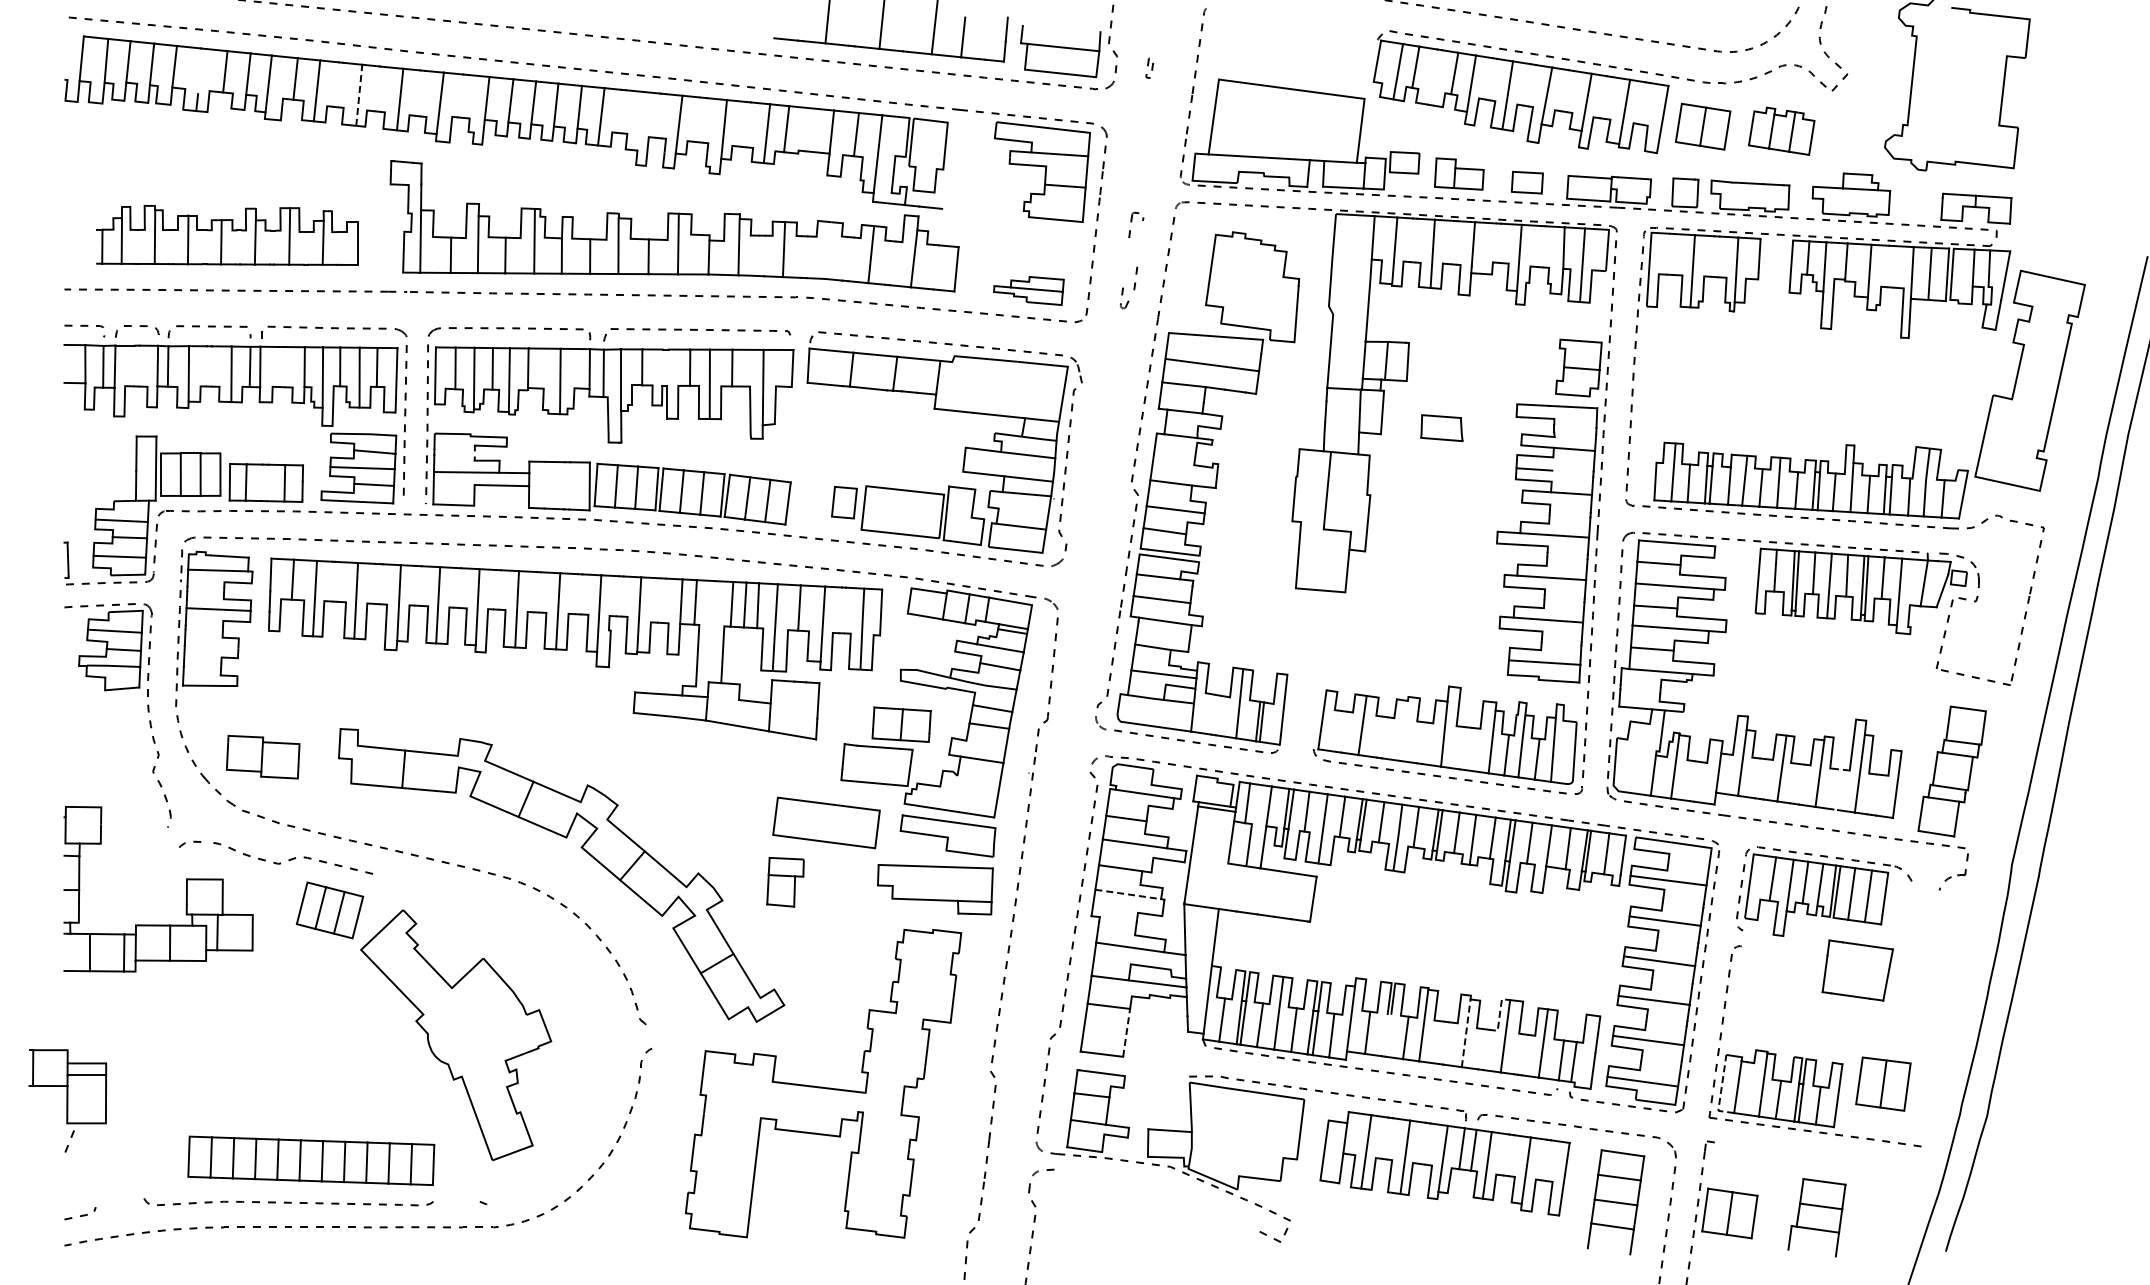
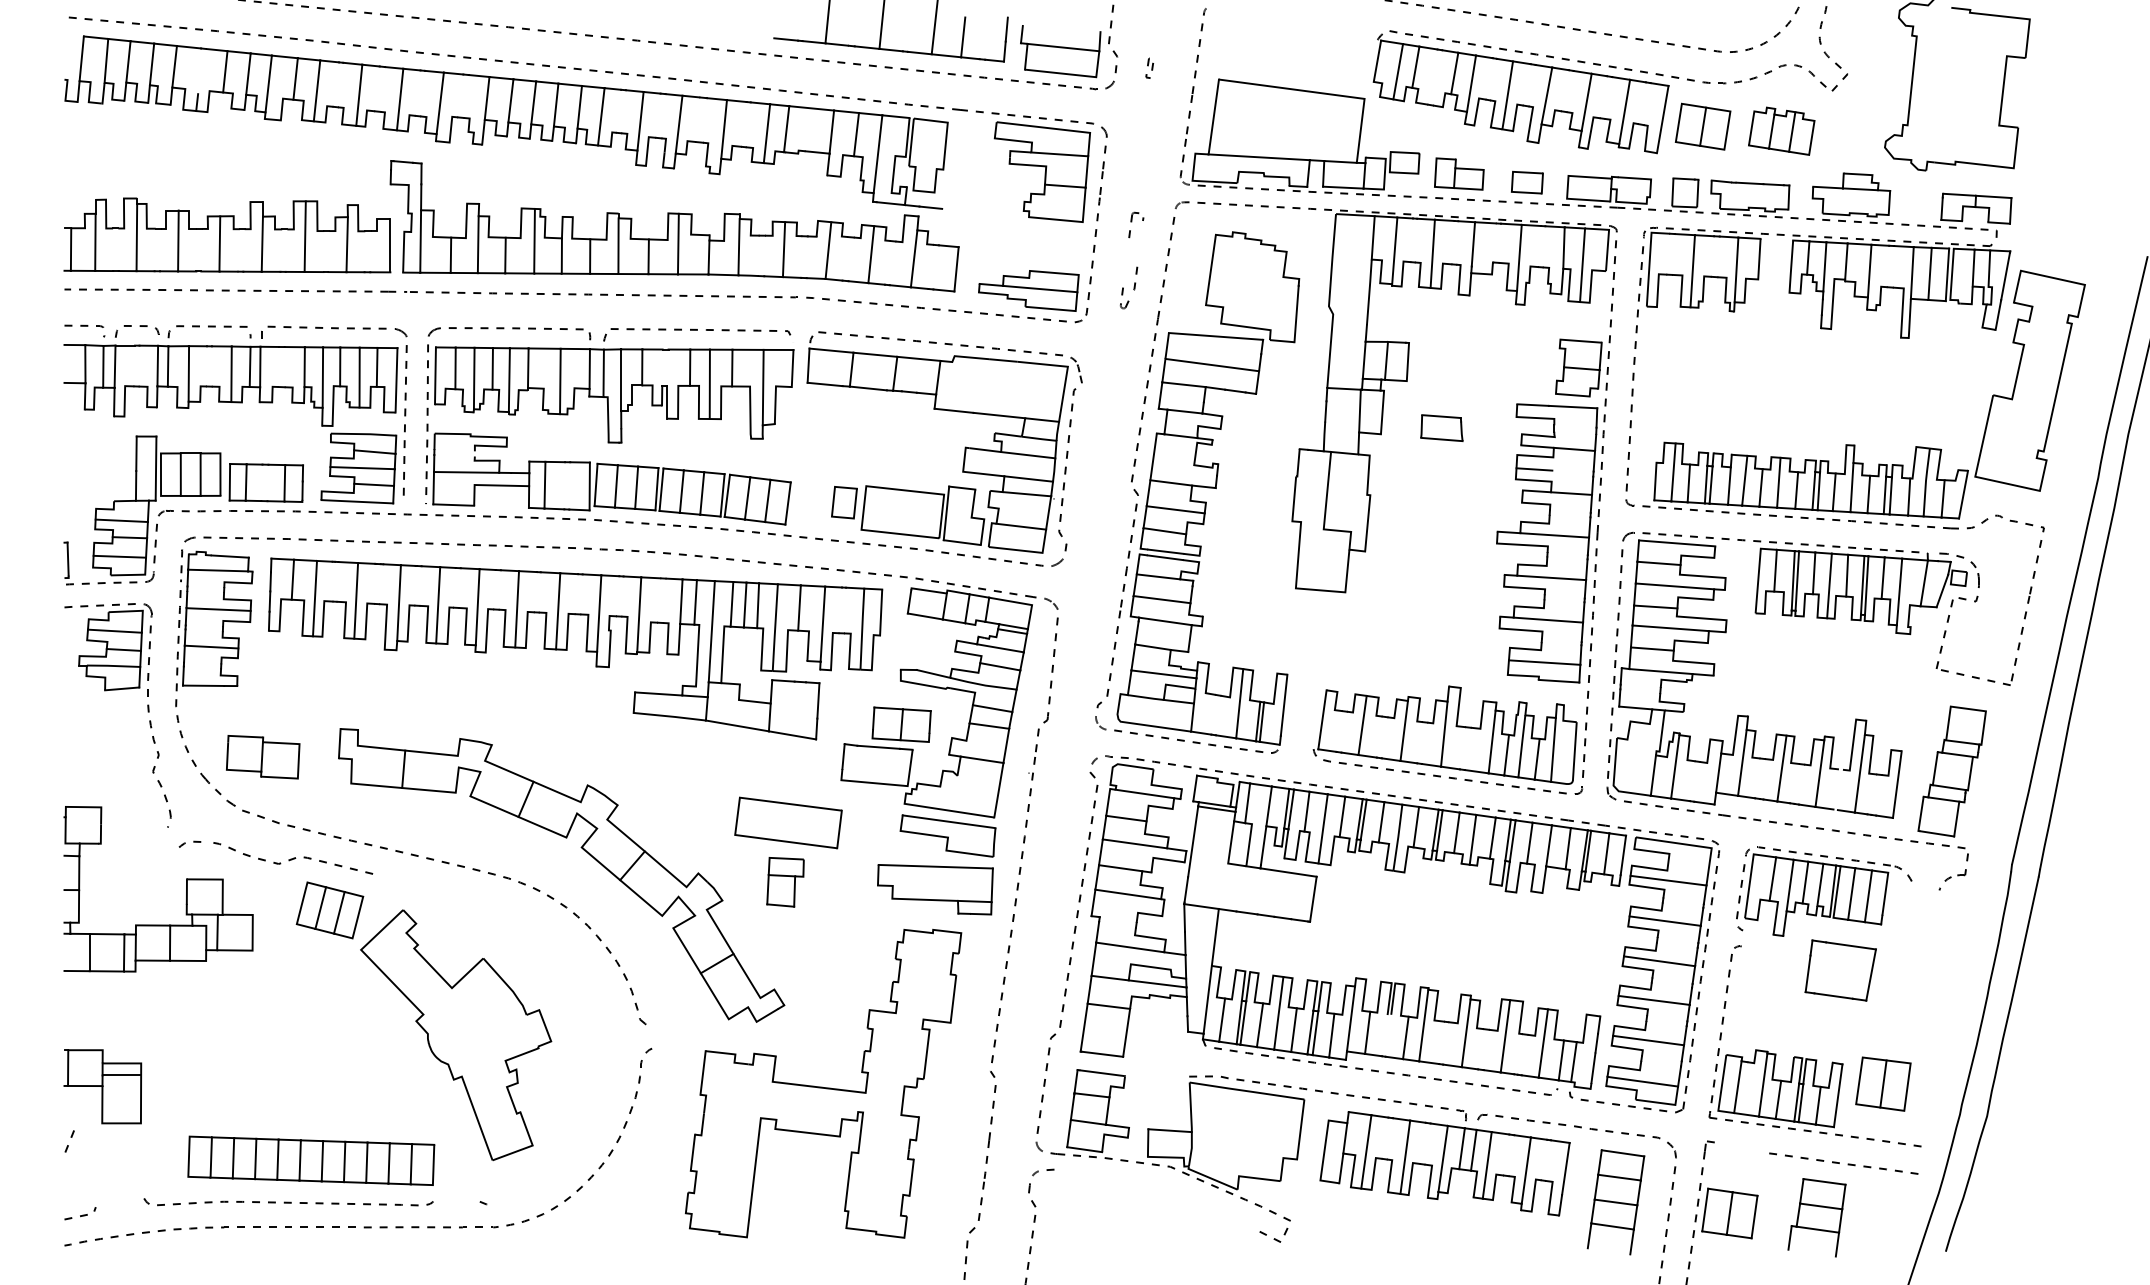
line at (359, 95): dashed -> solid
line at (640, 120): none -> present
part at (227, 235) size: 263x61 px -> 329x77 px
line at (828, 250): none -> present
part at (1028, 290) size: 72x30 px -> 102x42 px
line at (544, 484): none -> present
line at (711, 631): none -> present
line at (211, 646): none -> present
line at (1403, 730): none -> present
part at (826, 822) position: (826, 822) -> (788, 822)
line at (1128, 894): dashed -> solid
part at (1857, 970) position: (1857, 970) -> (1840, 970)
line at (1499, 1015): dashed -> solid
line at (1126, 1032): dashed -> solid
line at (1466, 1032): dashed -> solid
part at (67, 1086) position: (67, 1086) -> (102, 1086)
line at (1721, 1091): dashed -> solid
line at (1839, 1163): none -> present
